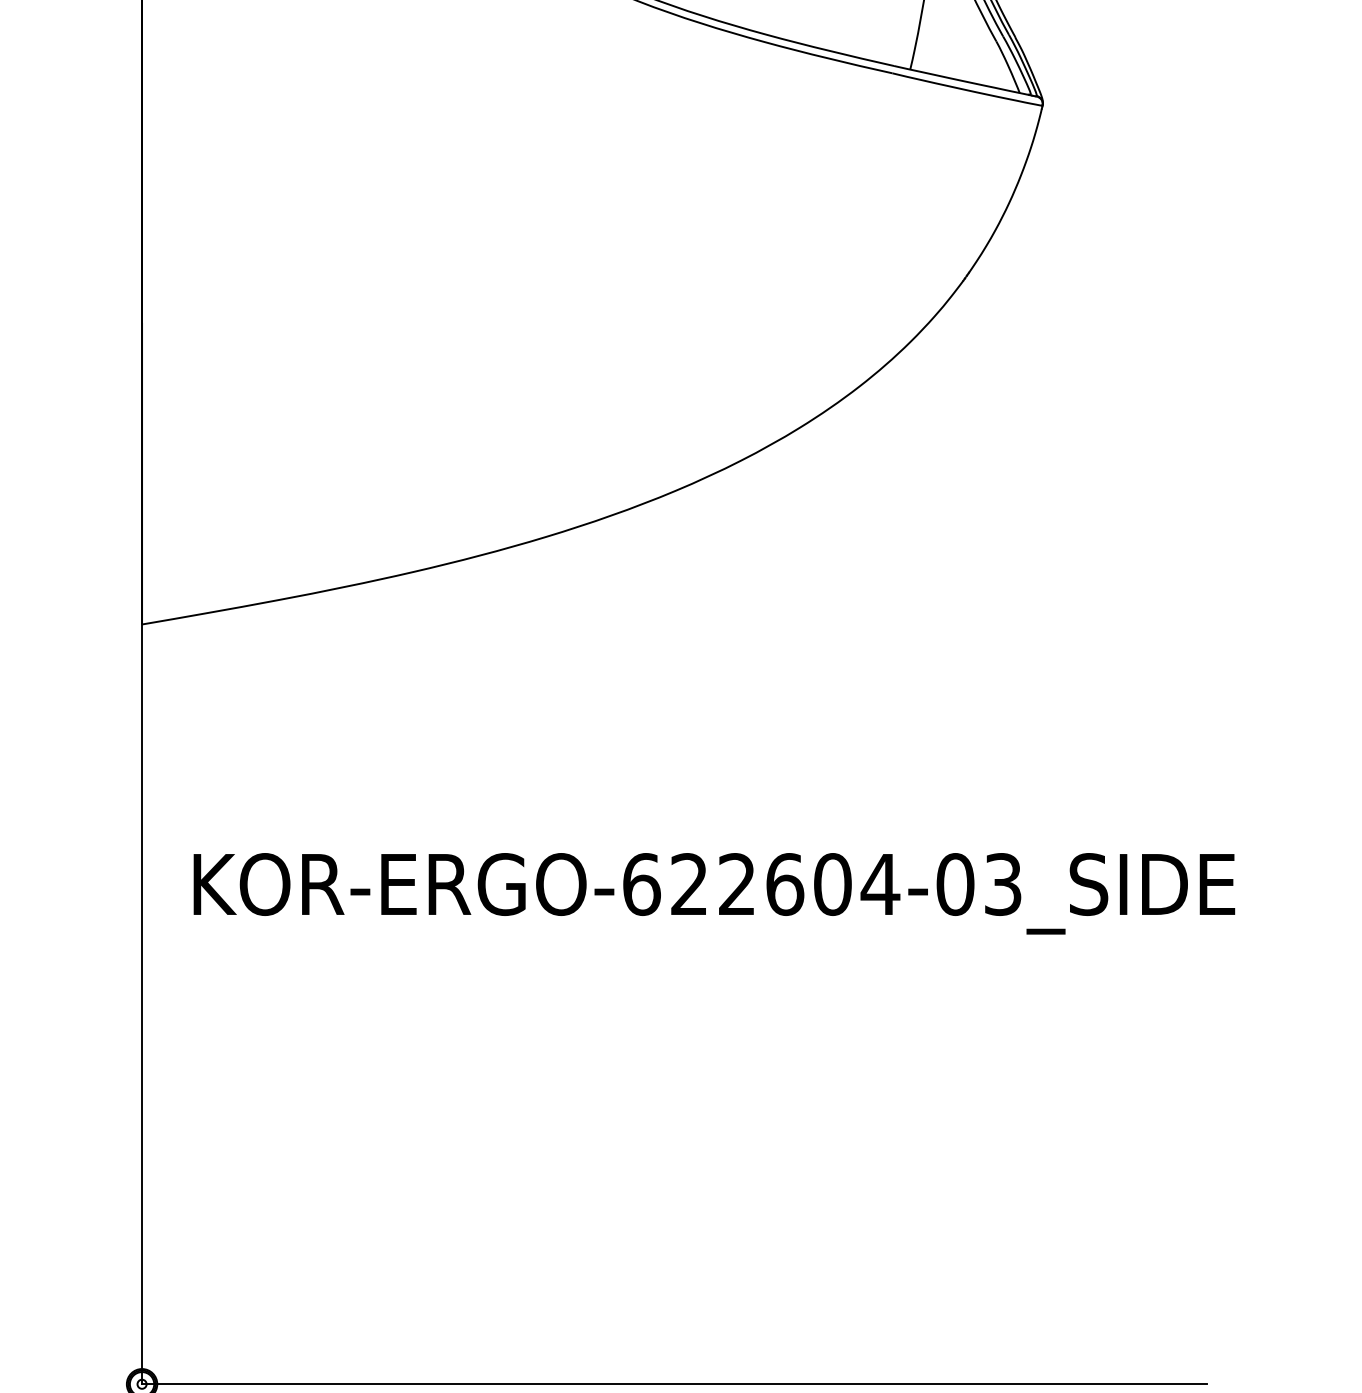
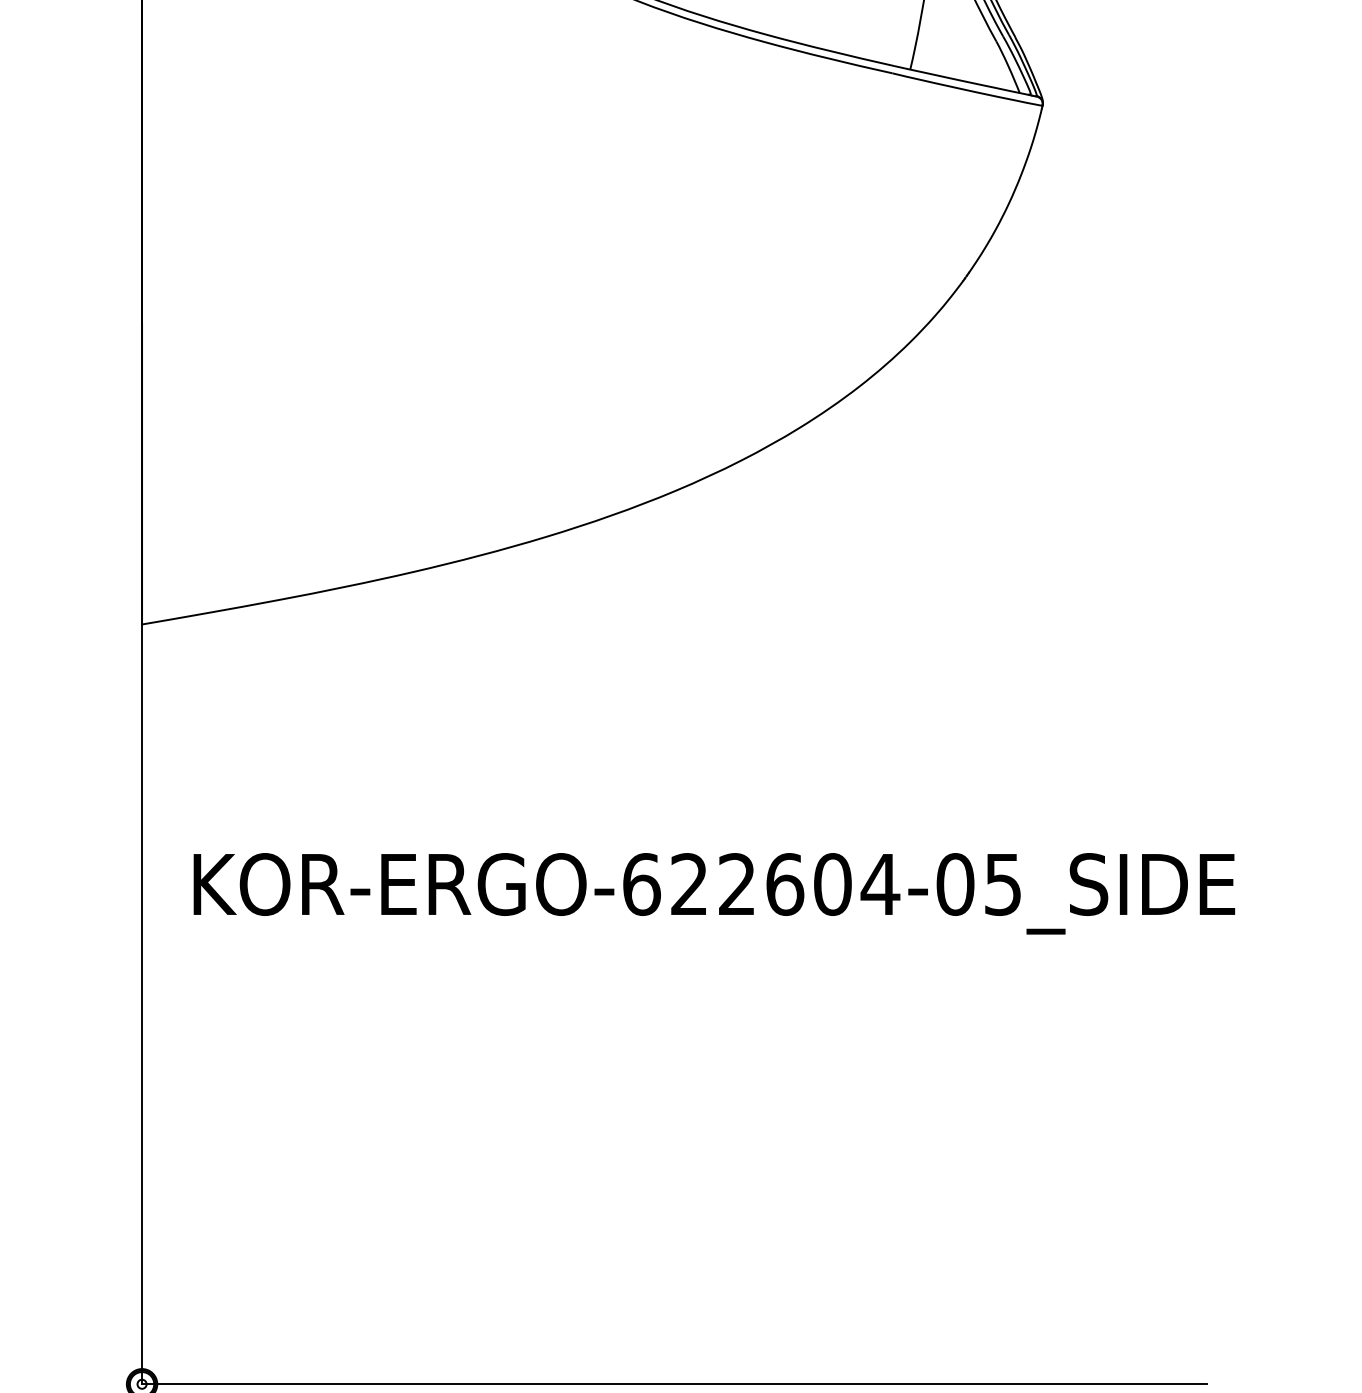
text at (1003, 884): KOR-ERGO-622604-03_SIDE -> KOR-ERGO-622604-05_SIDE
